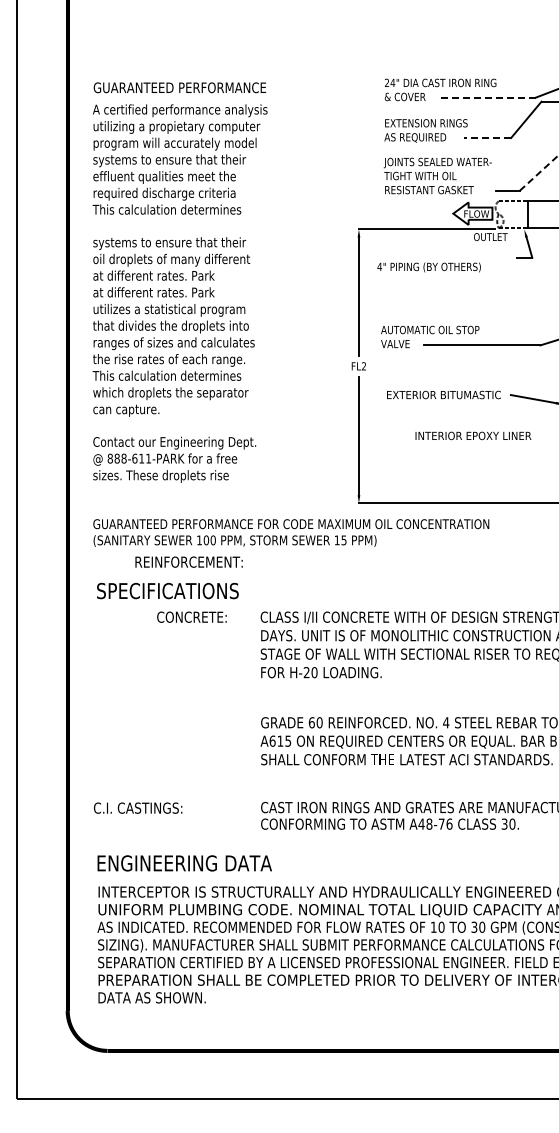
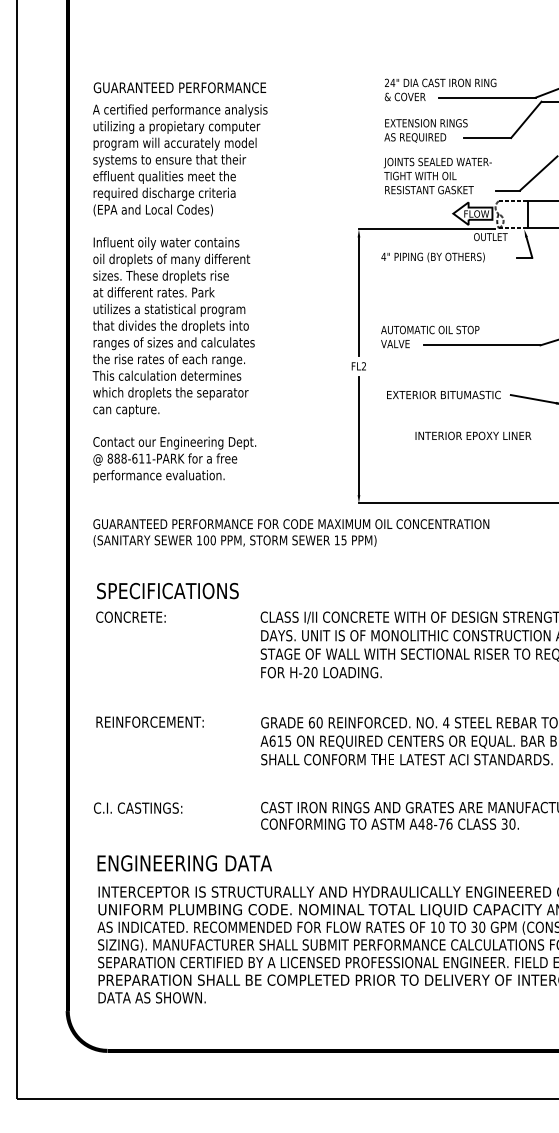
line at (486, 97): dashed -> solid
line at (487, 138): dashed -> solid
line at (538, 173): dashed -> solid
text at (166, 210): This calculation determines -> (EPA and Local Codes)
text at (169, 243): systems to ensure that their -> Influent oily water contains
text at (428, 267) position: (428, 267) -> (432, 257)
text at (160, 276): at different rates. Park -> sizes. These droplets rise
text at (160, 476): sizes. These droplets rise -> performance evaluation.
text at (188, 561) position: (188, 561) -> (149, 721)
text at (191, 616) position: (191, 616) -> (130, 616)
